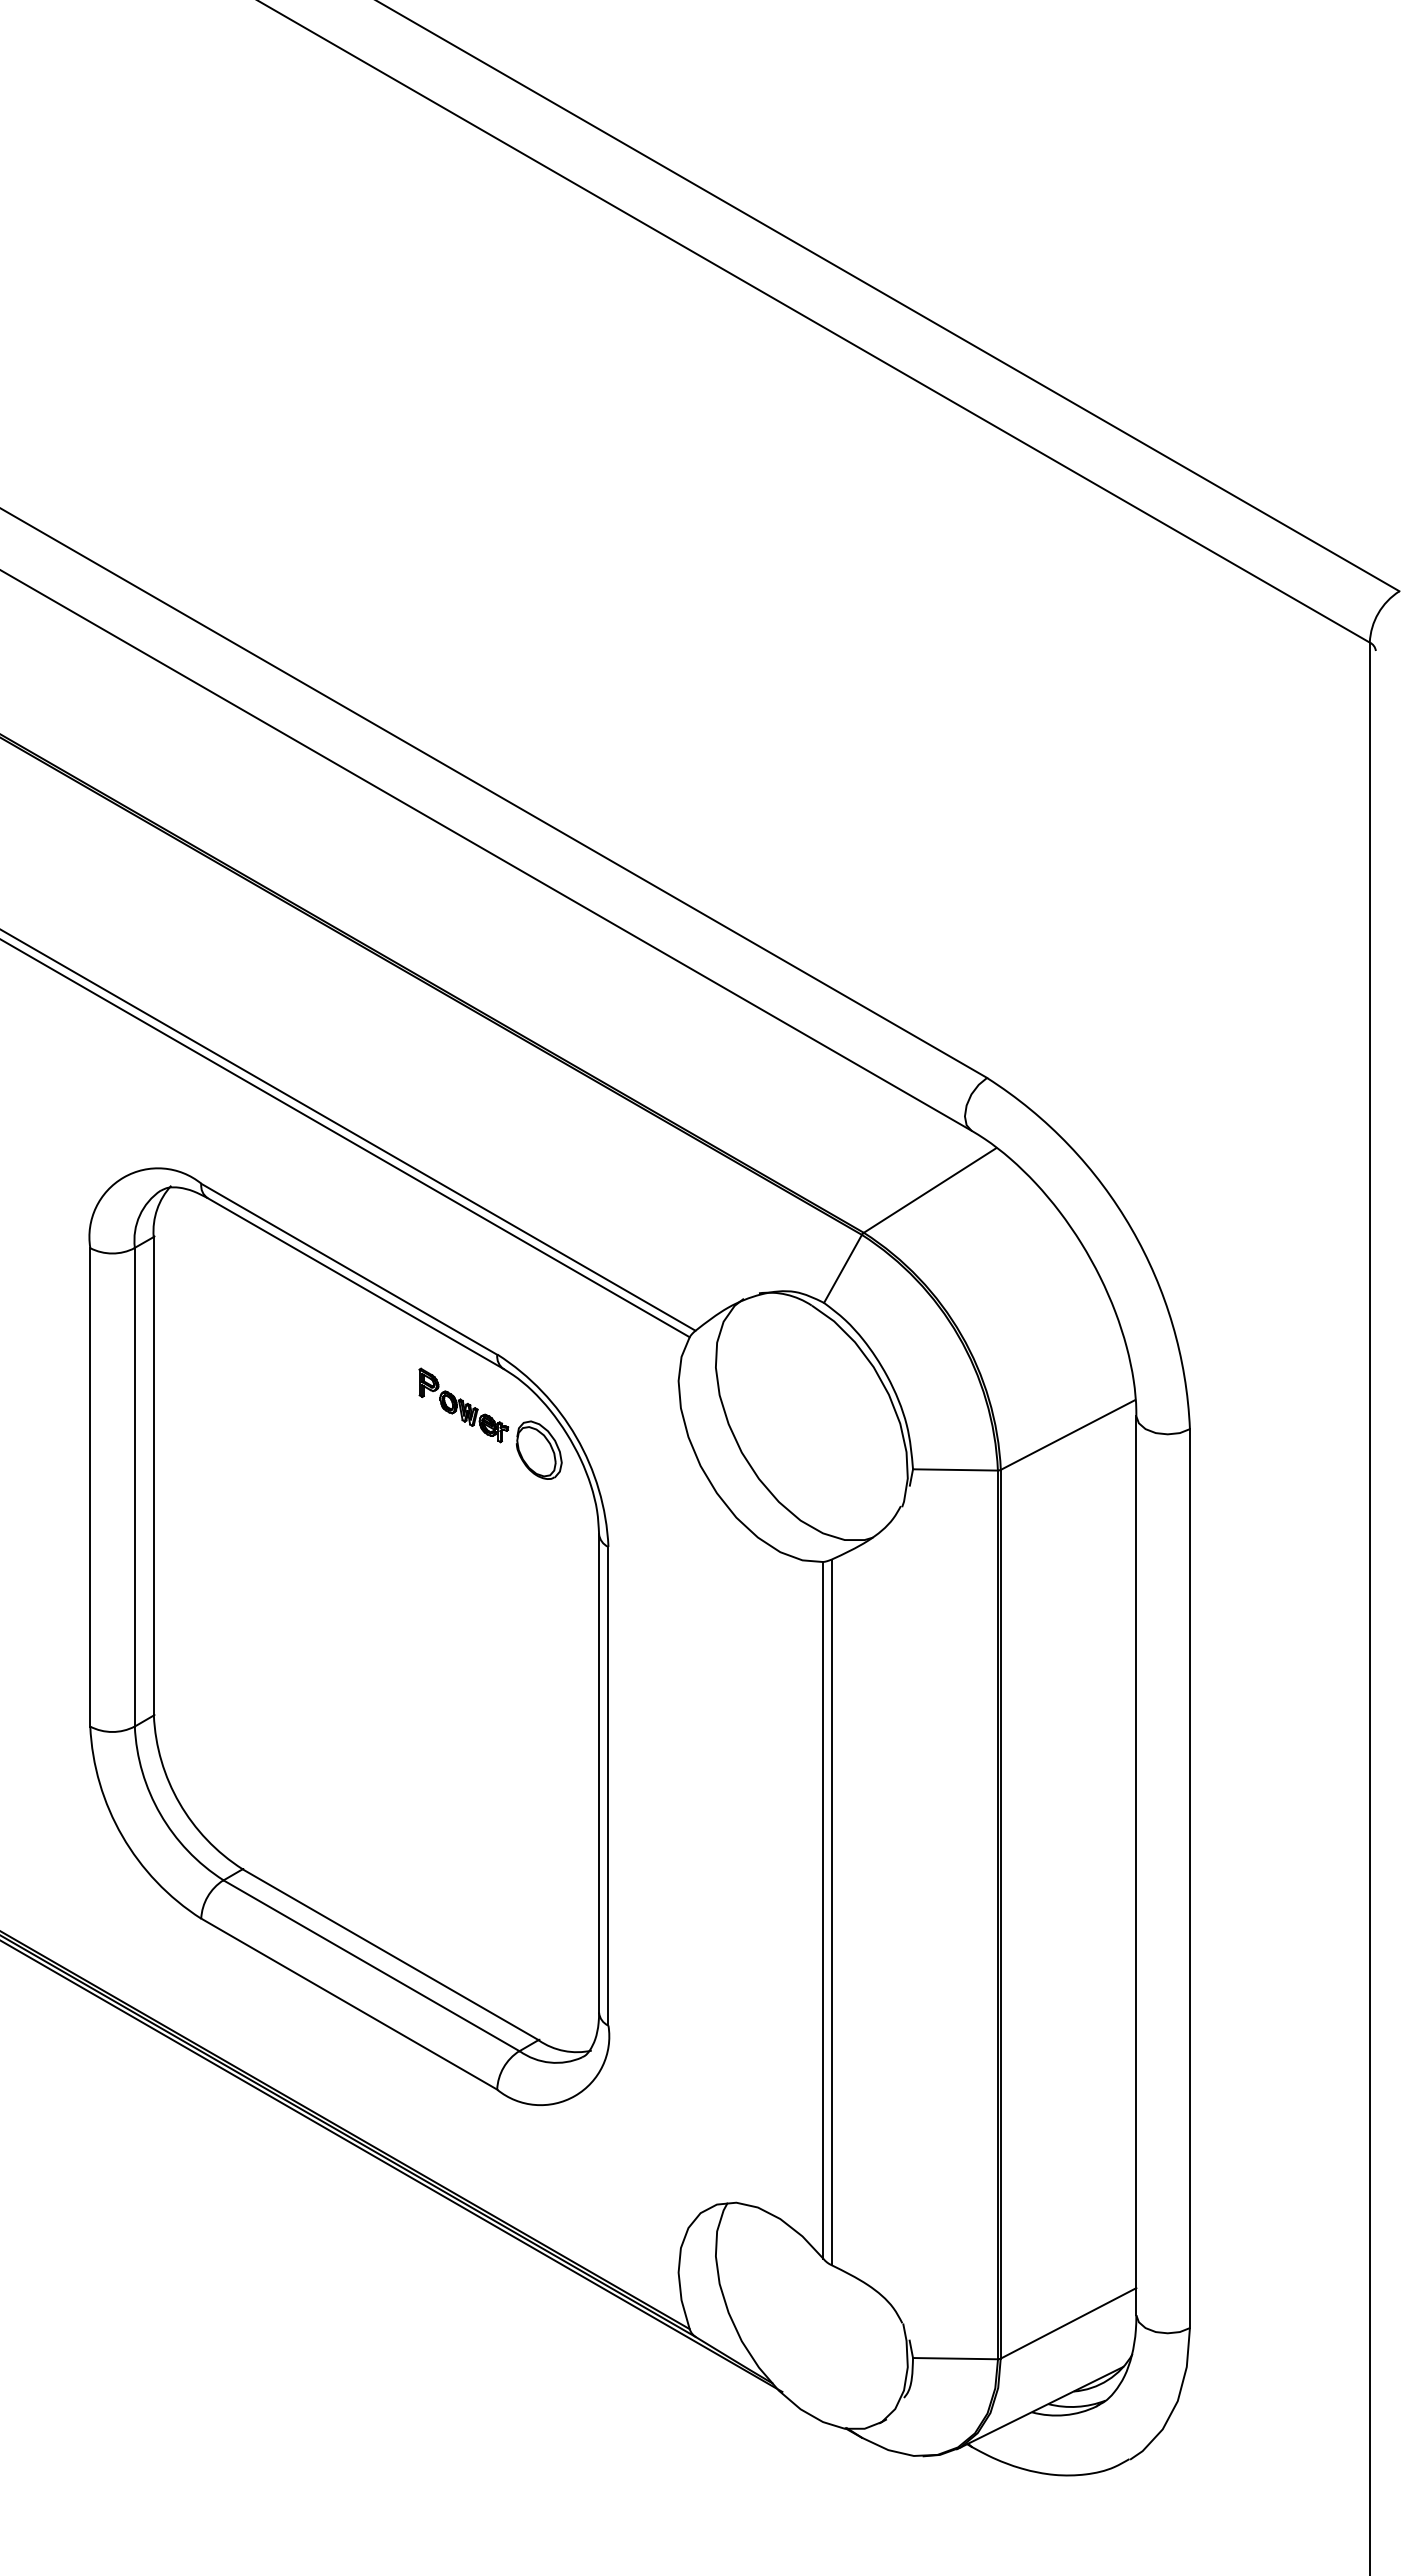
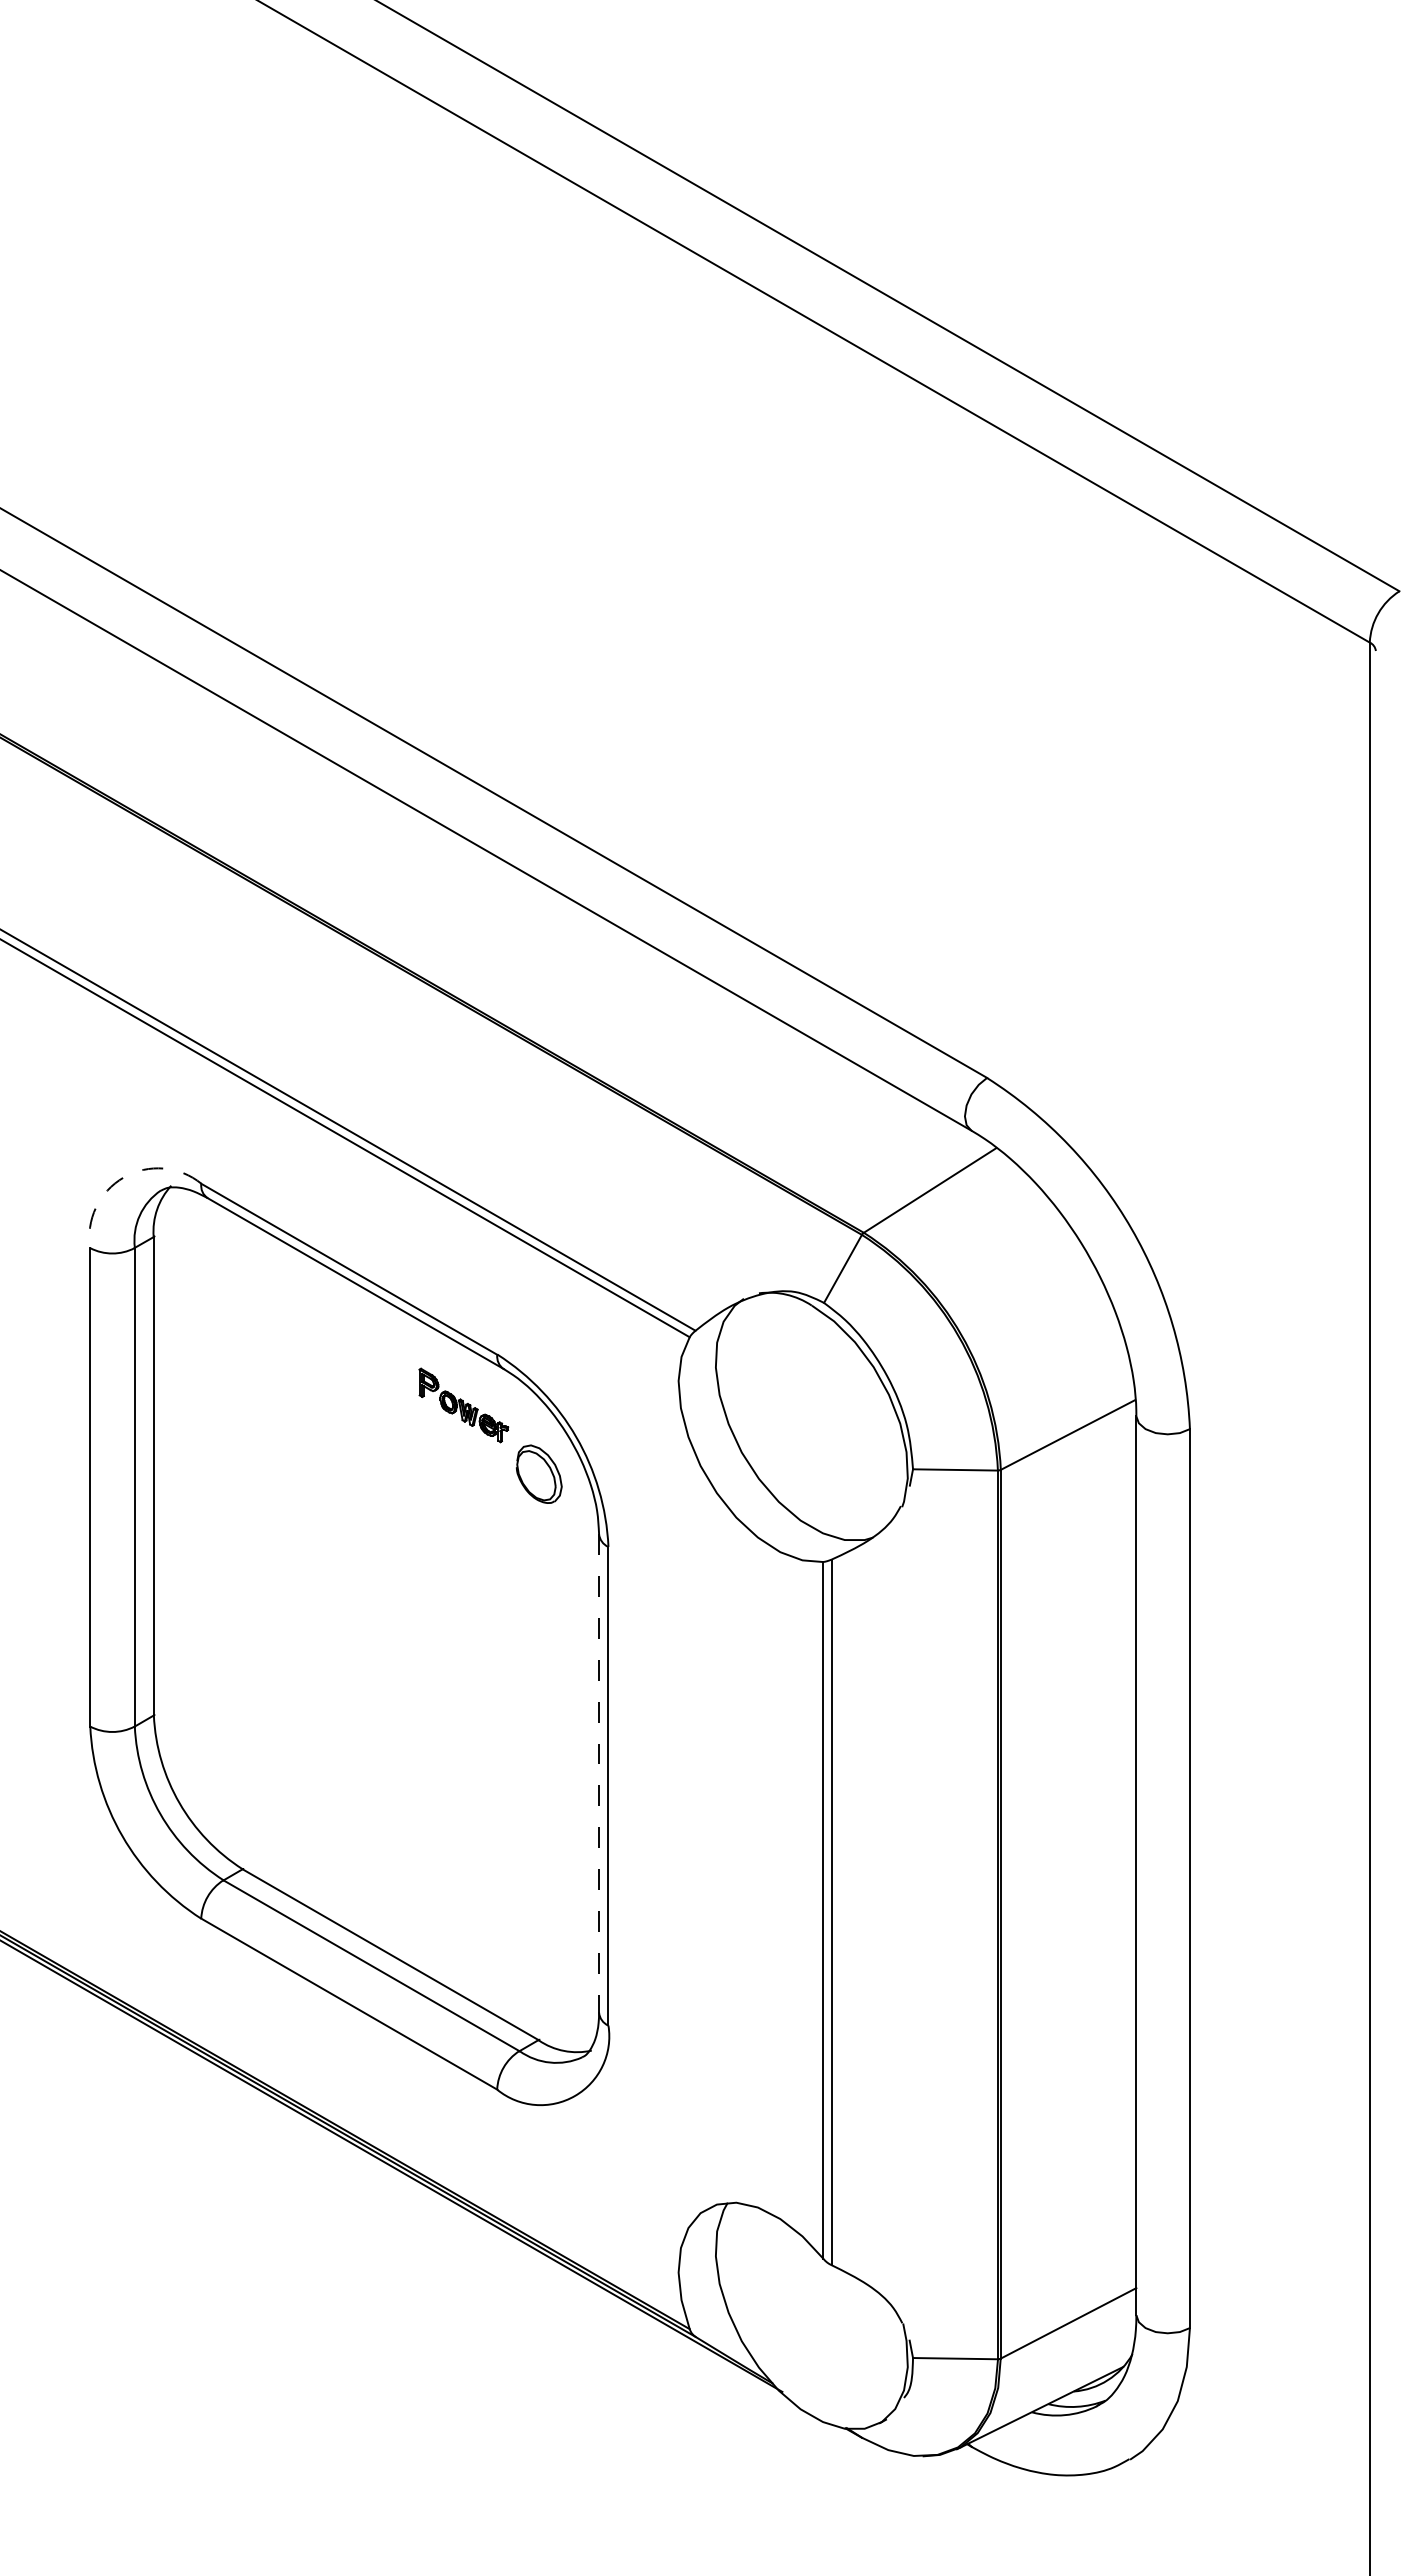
arc at (123, 1177): solid -> dashed
part at (539, 1449) position: (539, 1449) -> (539, 1473)
line at (599, 1773): solid -> dashed
